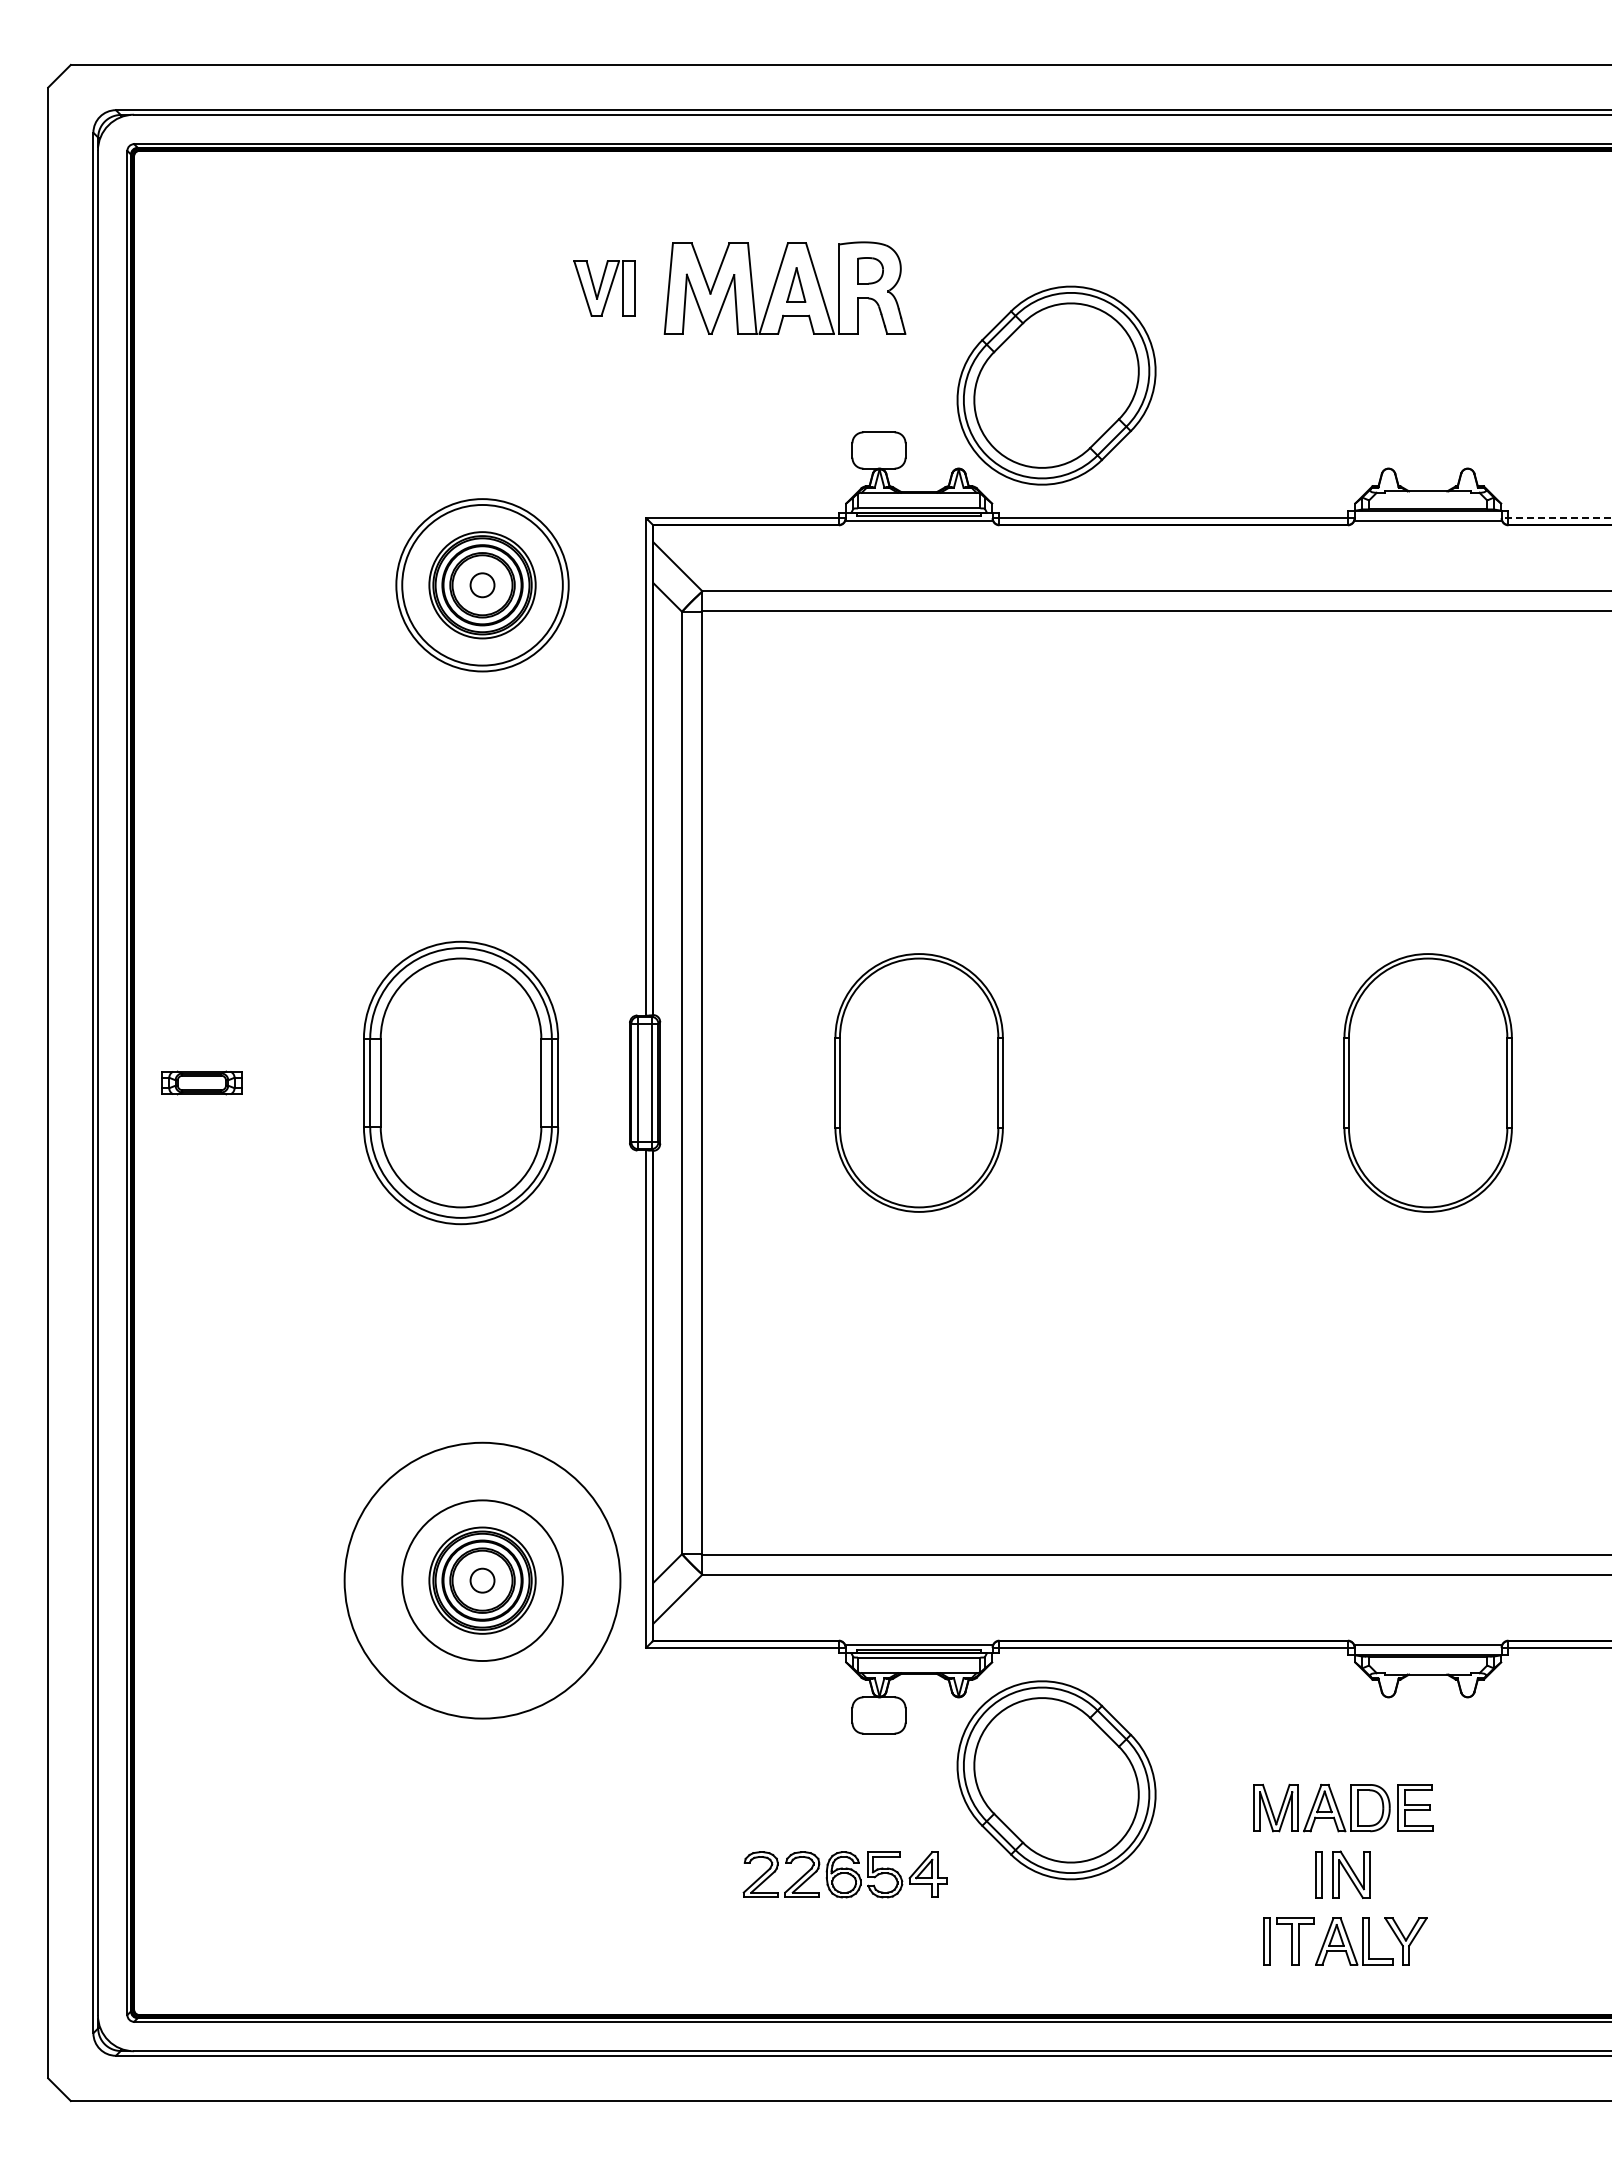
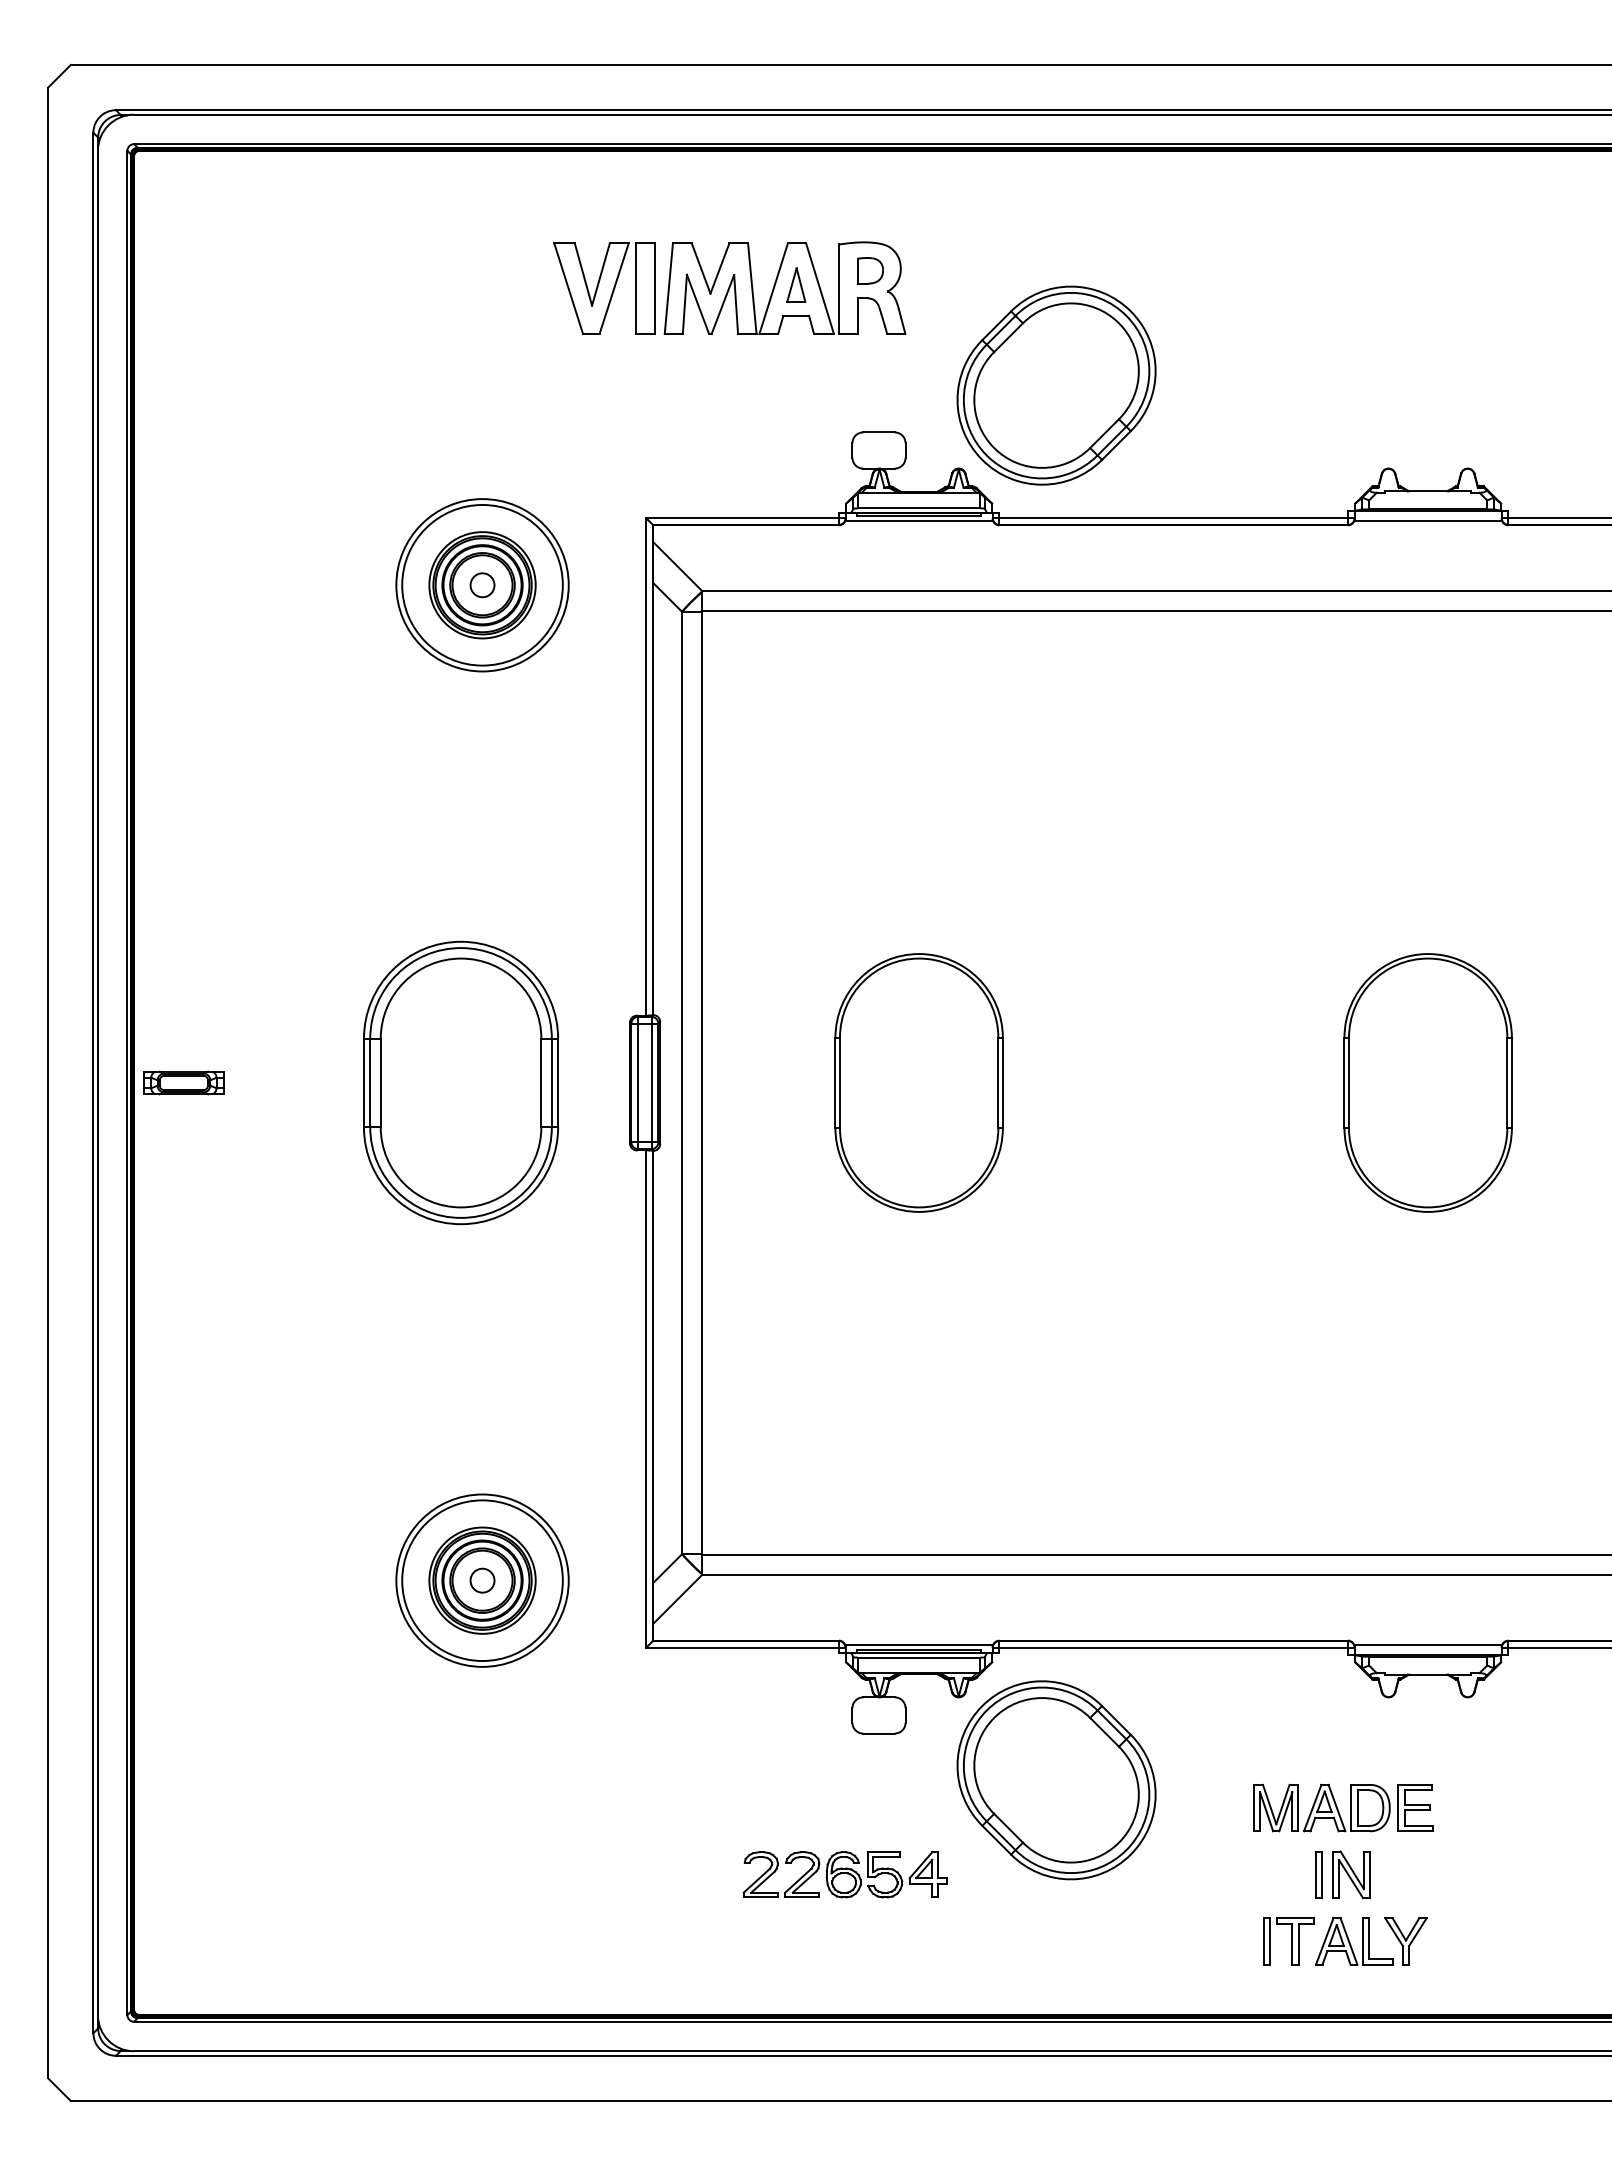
part at (604, 288) size: 63x57 px -> 103x93 px
line at (1556, 518): dashed -> solid
part at (201, 1082) position: (201, 1082) -> (183, 1082)
circle at (482, 1580) diameter: 276 px -> 172 px
